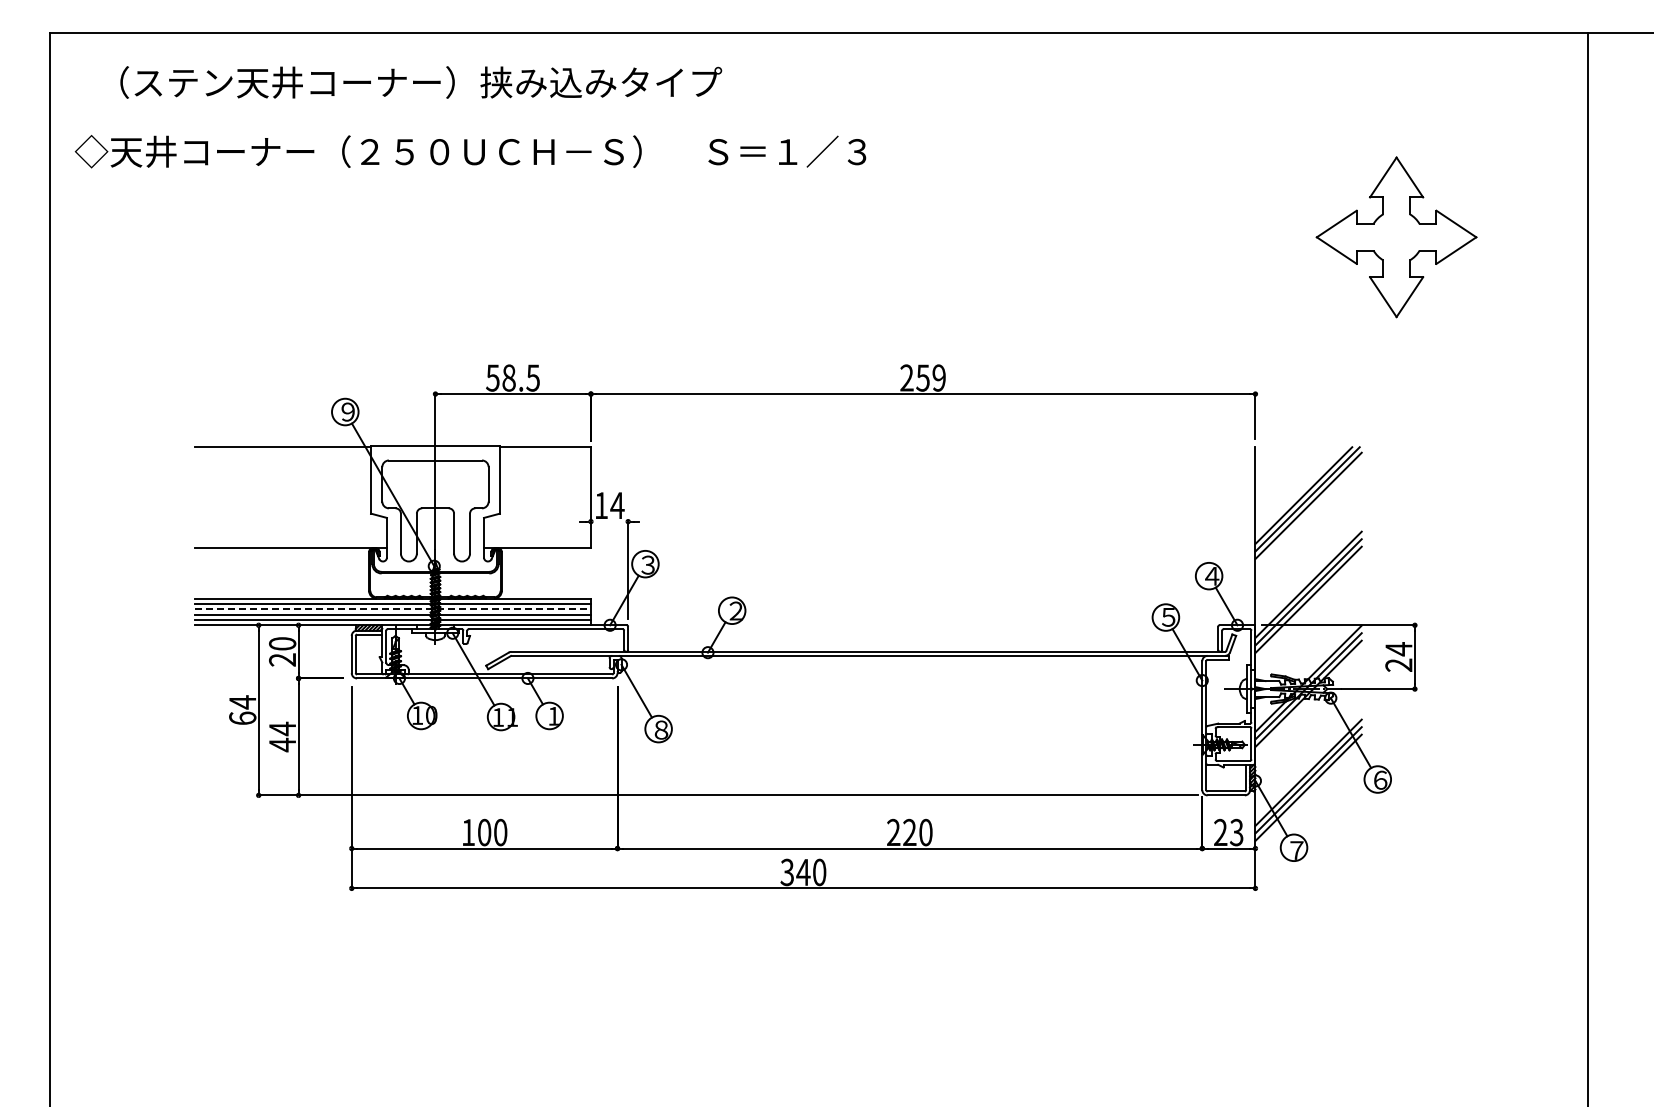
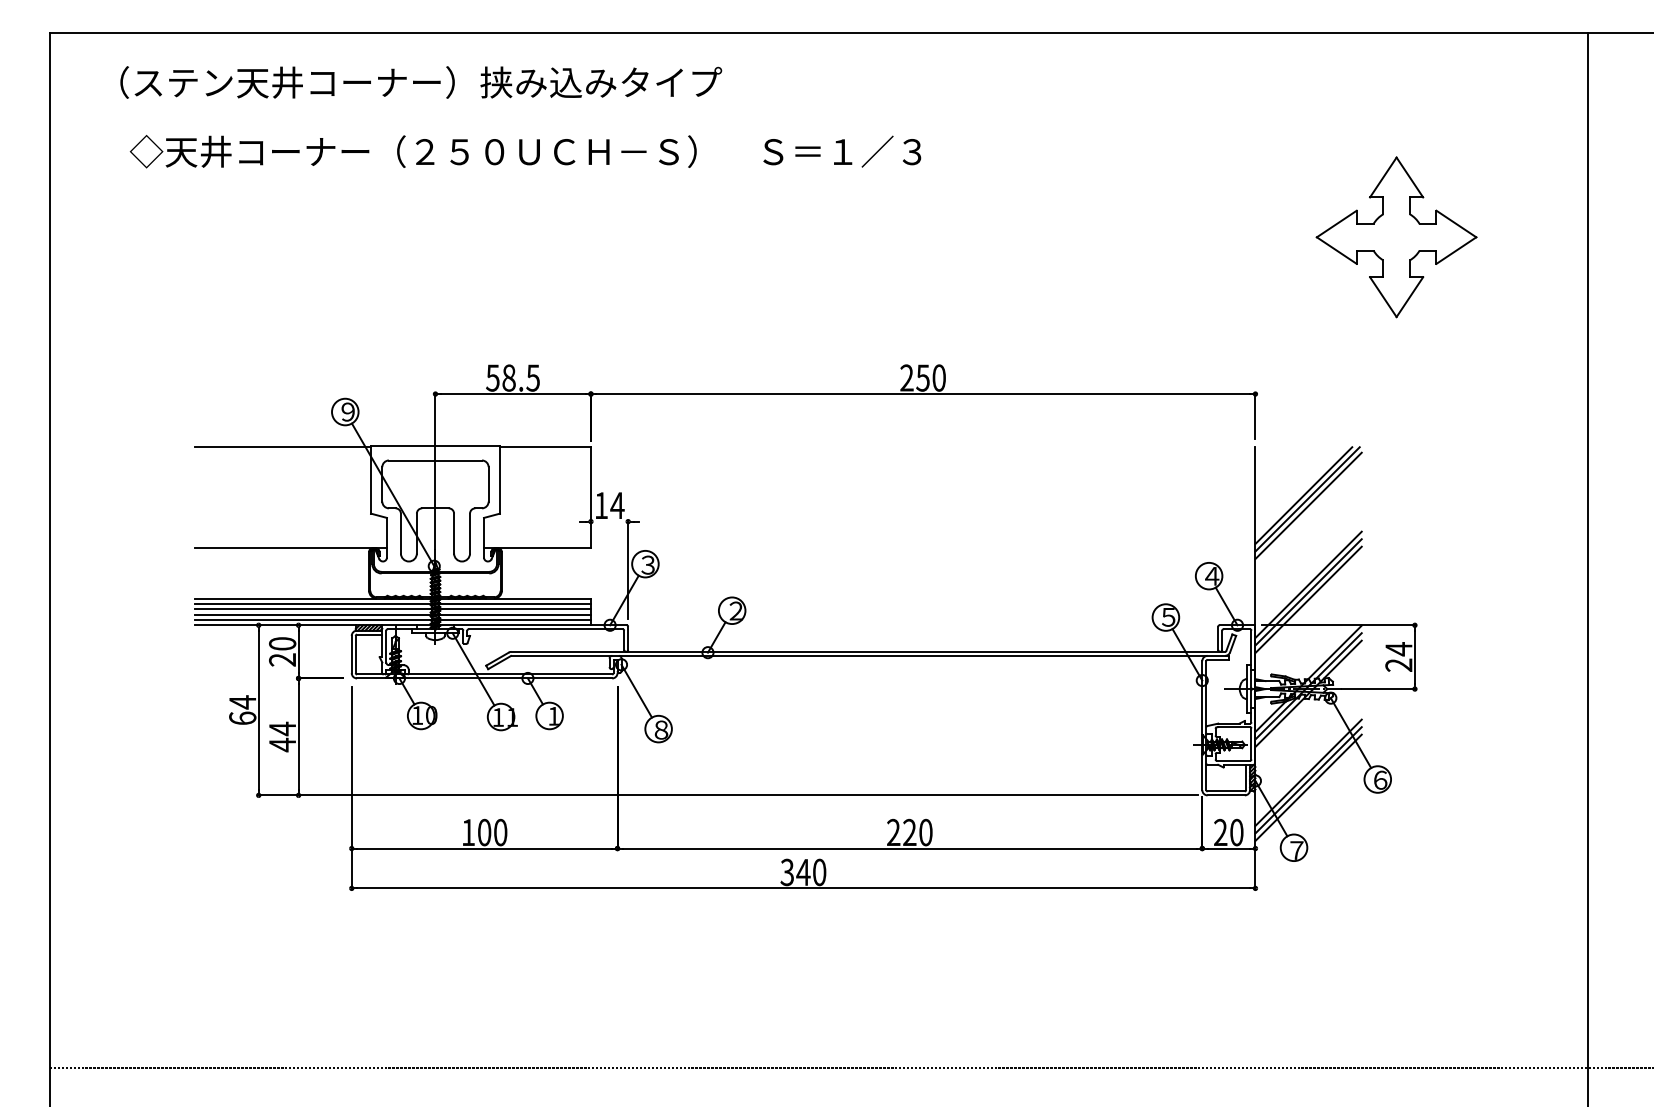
text at (470, 151) position: (470, 151) -> (525, 151)
text at (938, 377): 259 -> 250
line at (393, 609): dashed -> solid
text at (1236, 832): 23 -> 20
line at (849, 1067): none -> present
